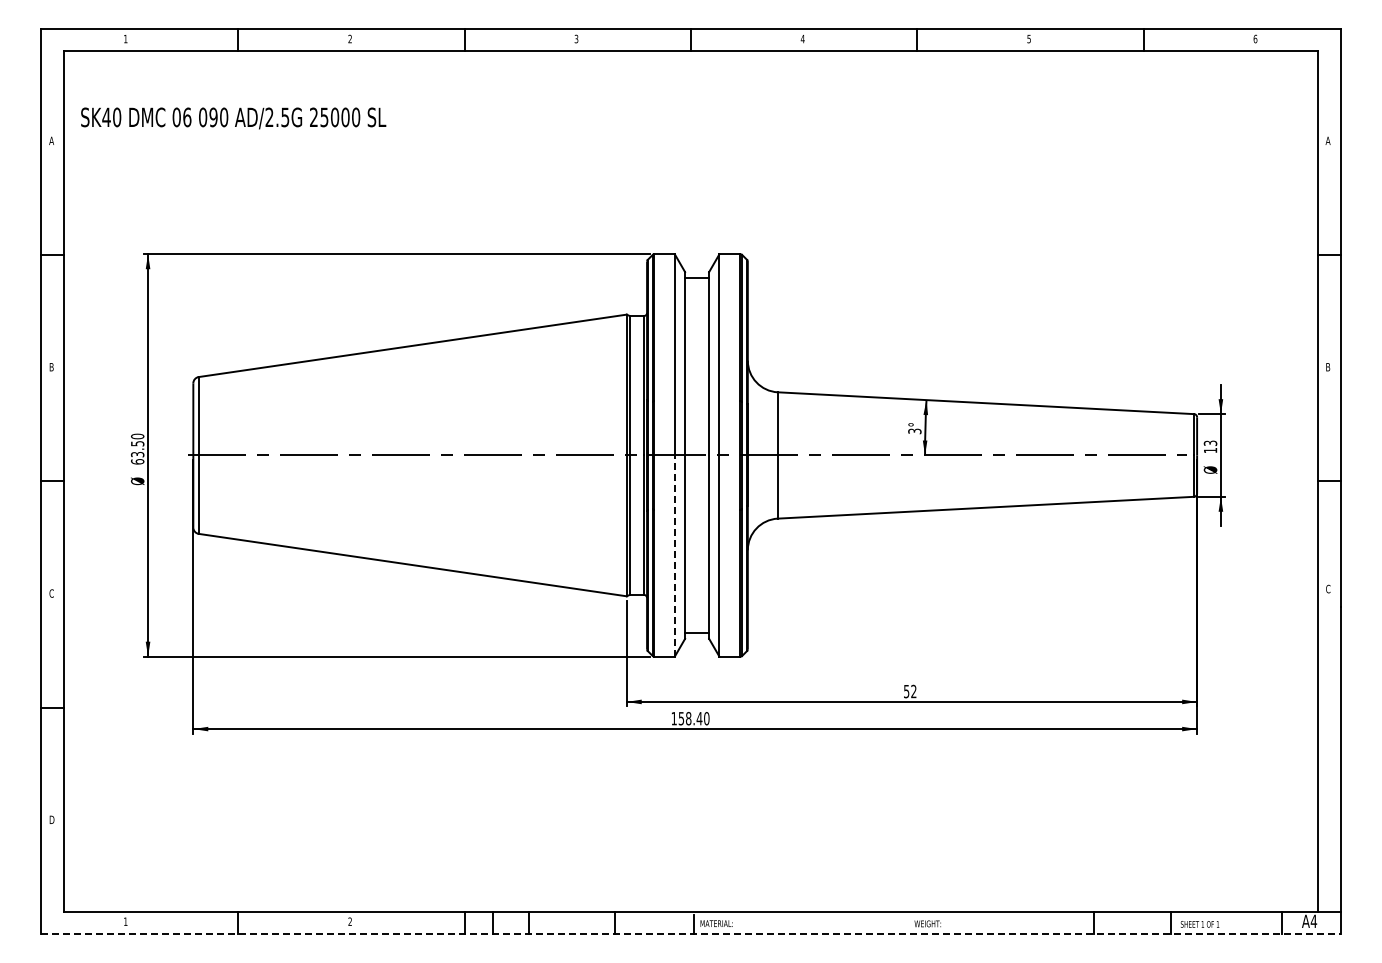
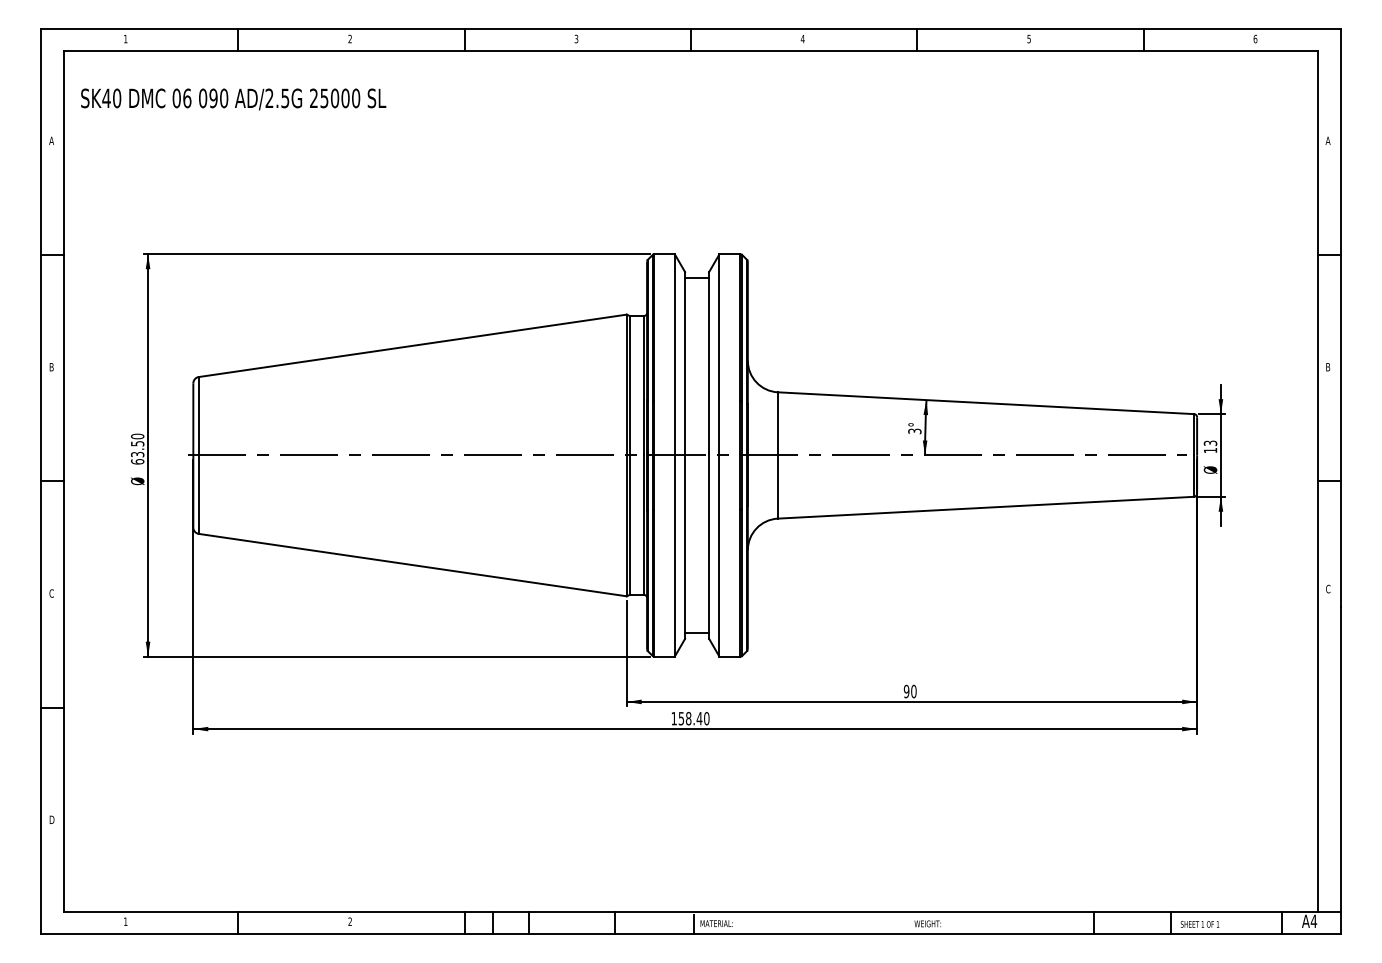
text at (233, 118) position: (233, 118) -> (233, 99)
line at (674, 556): dashed -> solid
text at (909, 691): 52 -> 90
line at (690, 934): dashed -> solid
